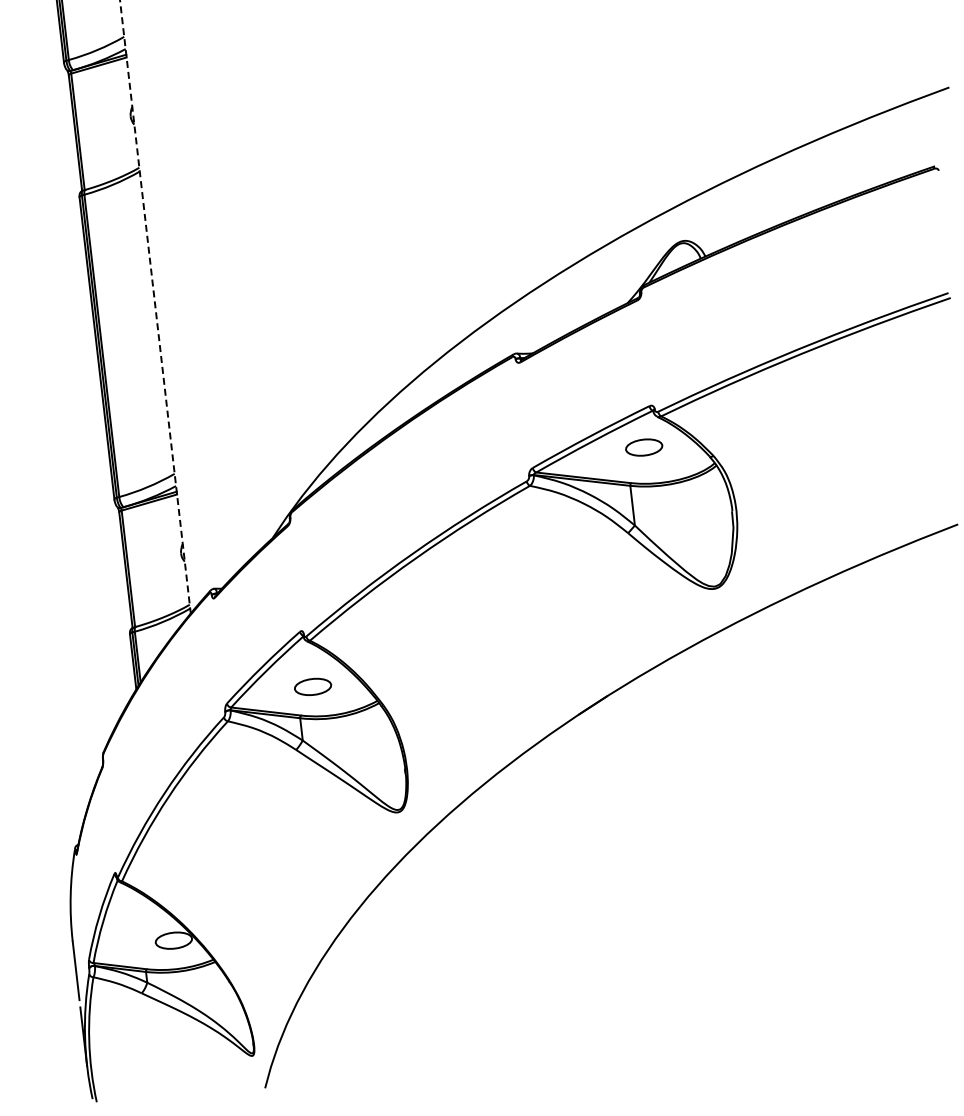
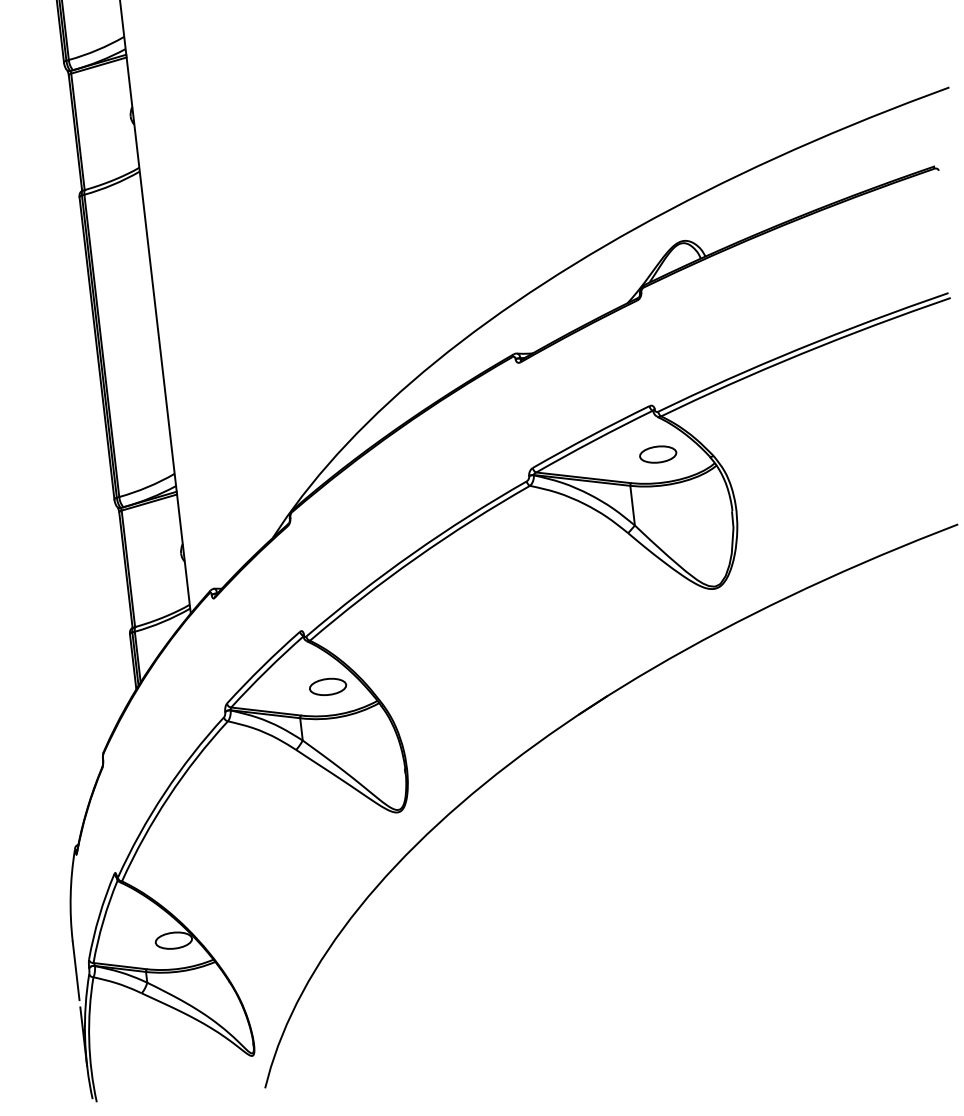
line at (155, 306): dashed -> solid
part at (644, 447) position: (644, 447) -> (658, 454)
part at (313, 686) position: (313, 686) -> (328, 686)
